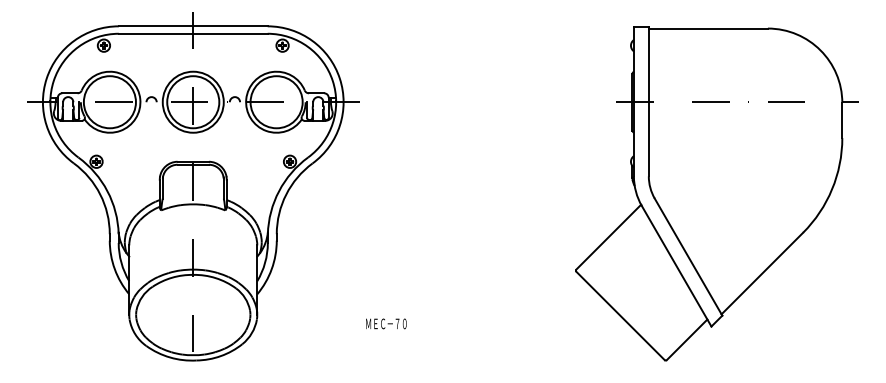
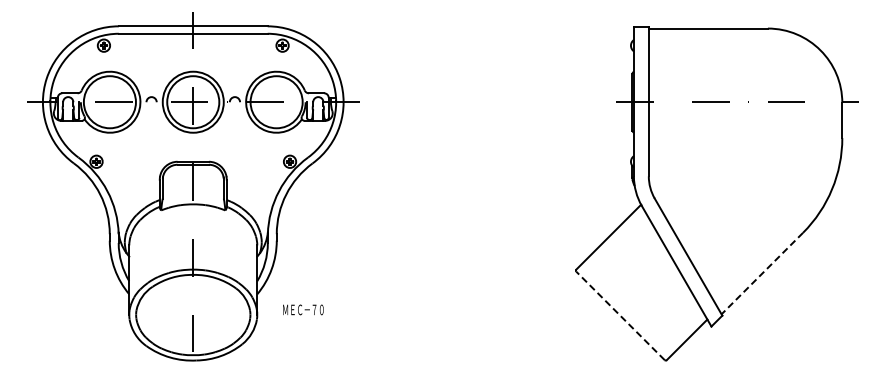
line at (762, 273): solid -> dashed
line at (620, 315): solid -> dashed
text at (386, 323) position: (386, 323) -> (303, 309)
